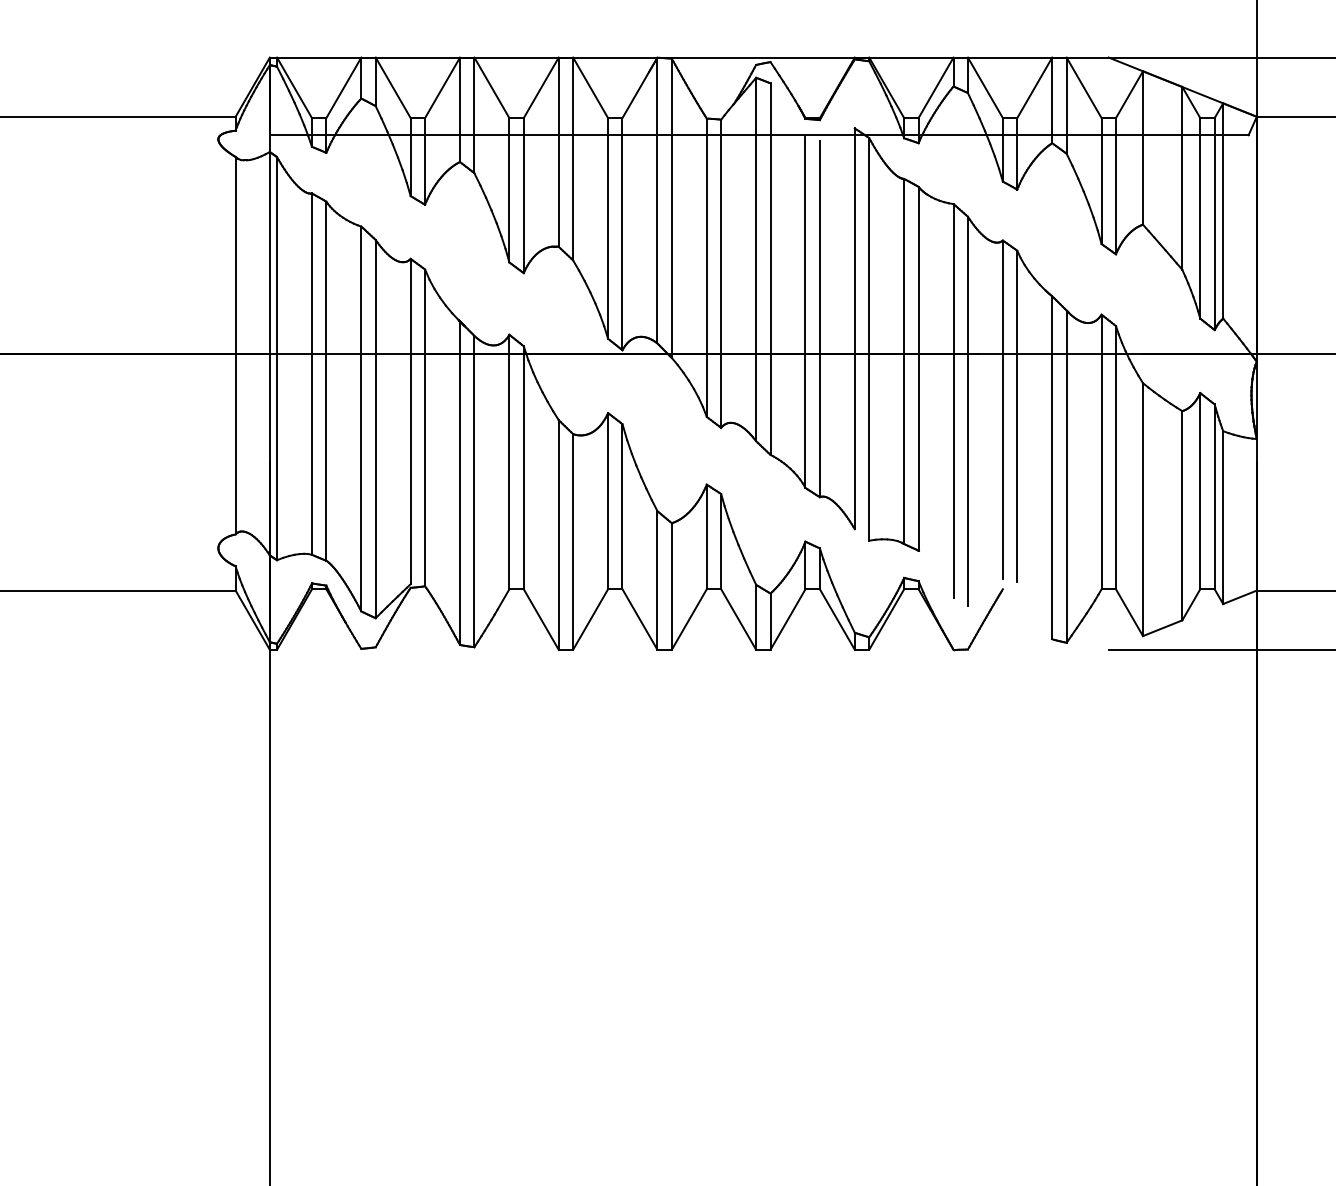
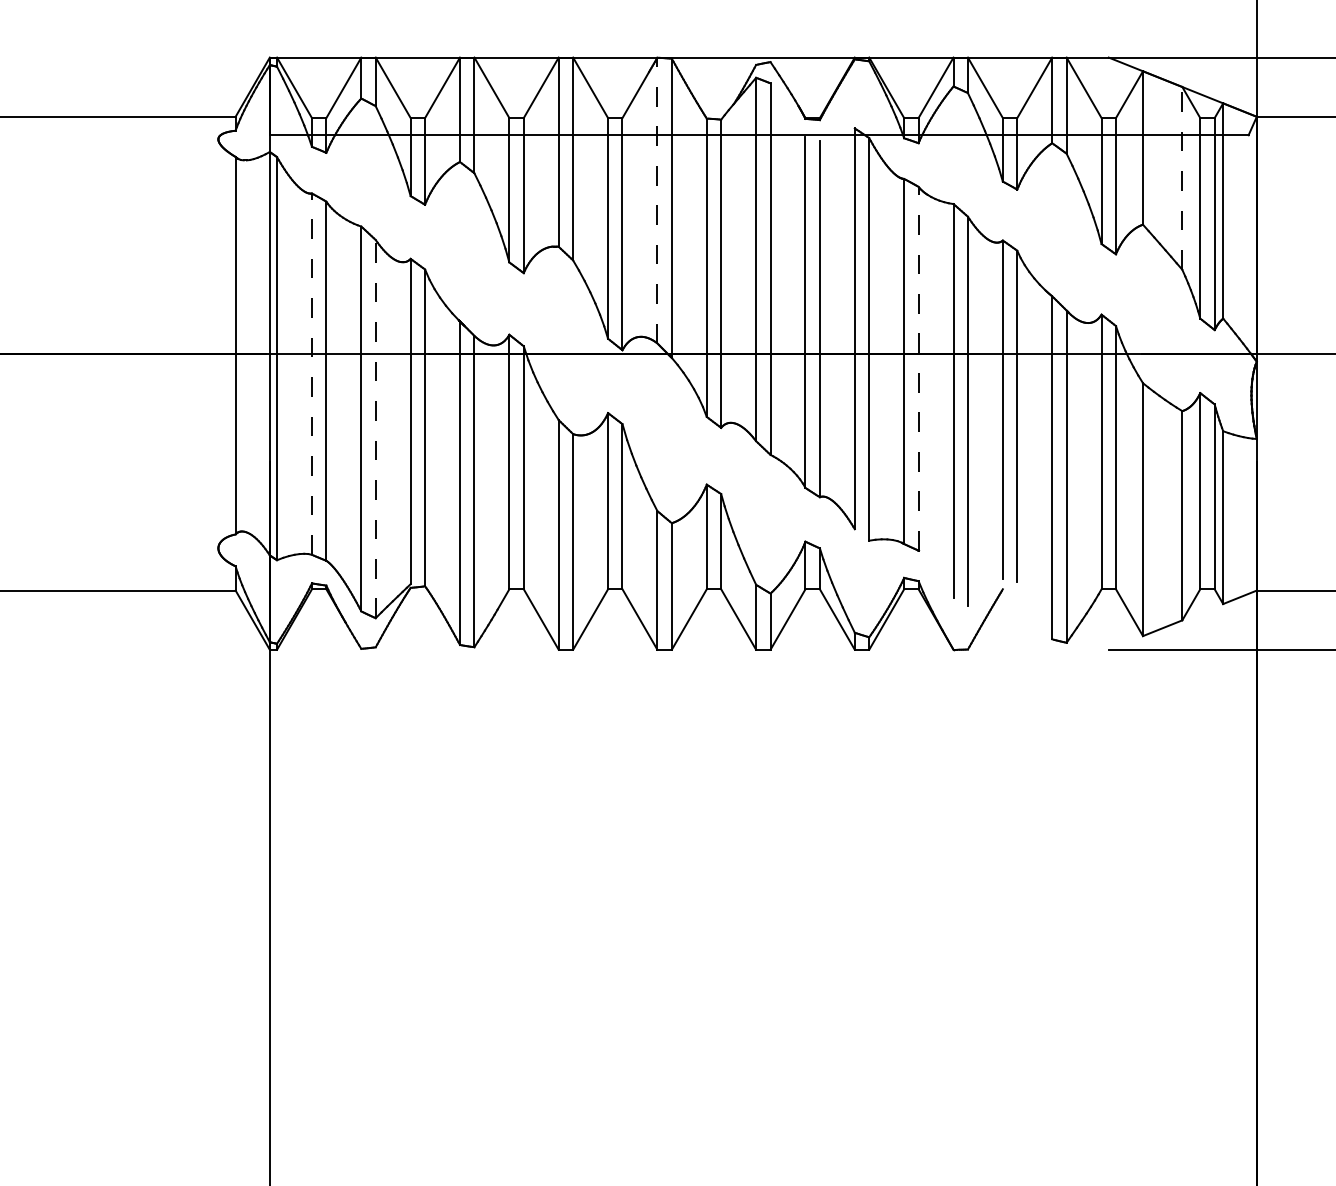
line at (1182, 177): solid -> dashed
line at (657, 200): solid -> dashed
line at (918, 368): solid -> dashed
line at (311, 374): solid -> dashed
line at (375, 428): solid -> dashed
